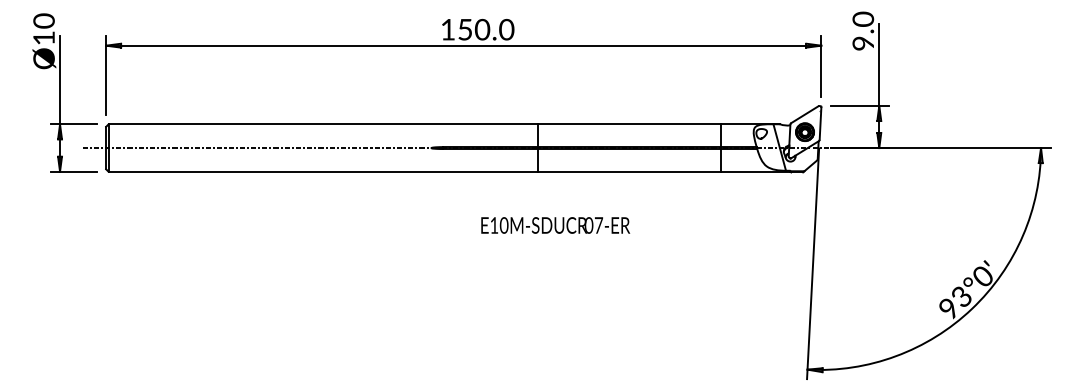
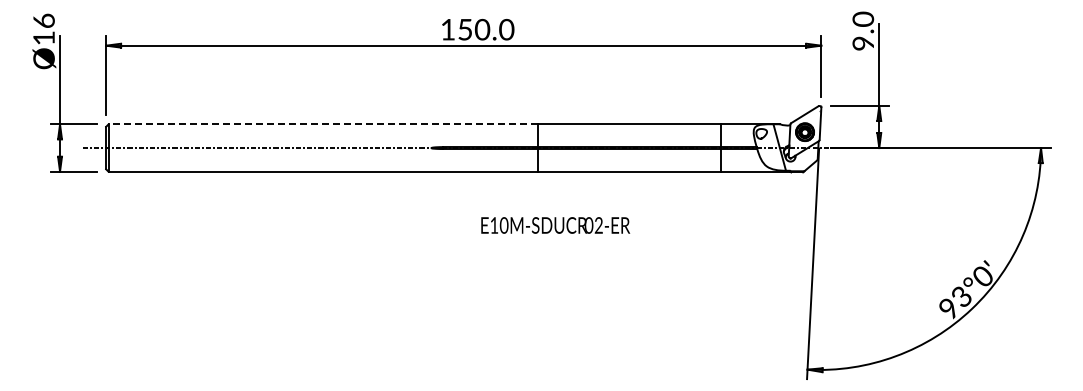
text at (43, 20): Ø10 -> Ø16
line at (323, 124): solid -> dashed
text at (598, 225): 07-ER -> 02-ER
